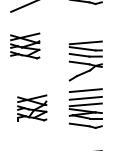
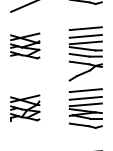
line at (85, 28): none -> present
line at (85, 35): none -> present
part at (32, 107) position: (32, 107) -> (25, 107)
